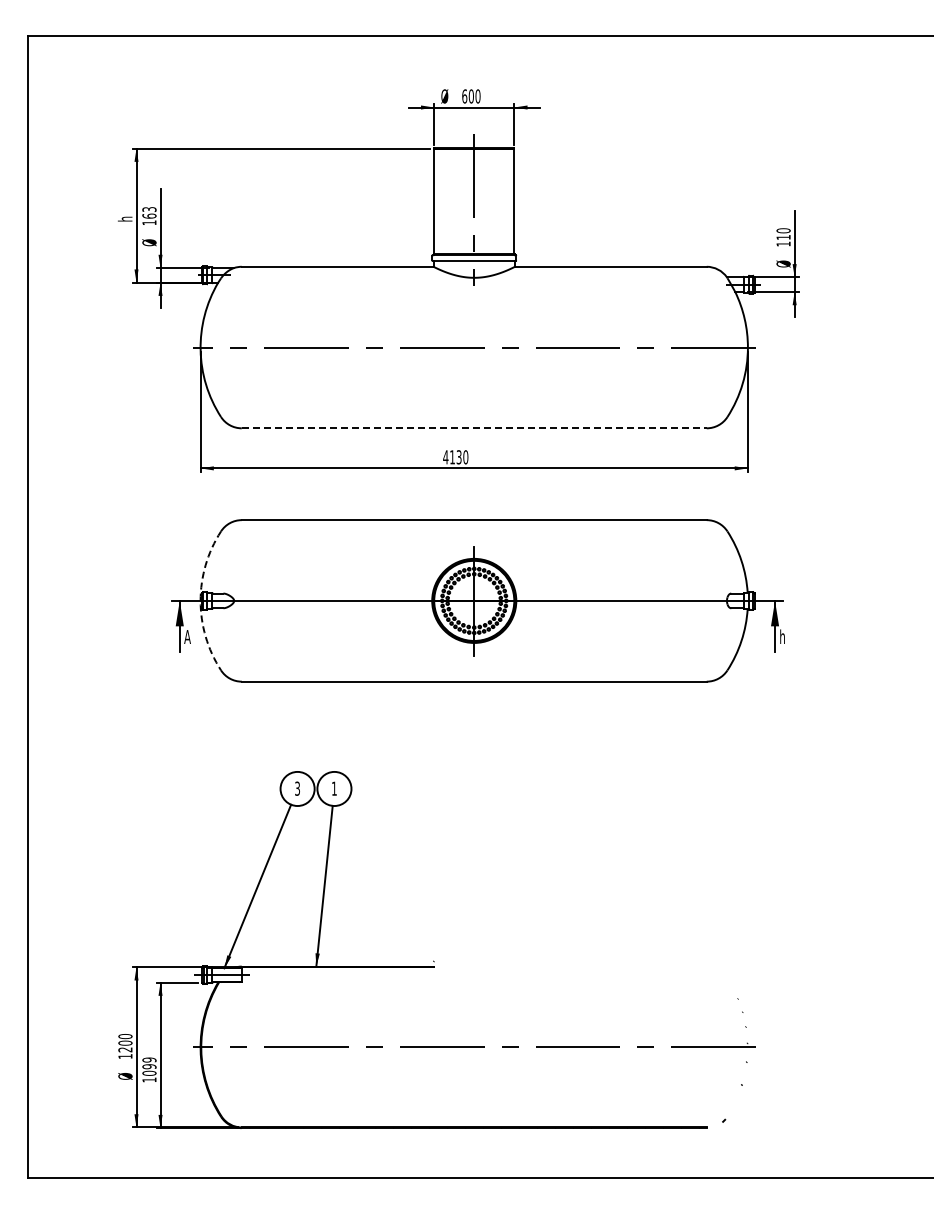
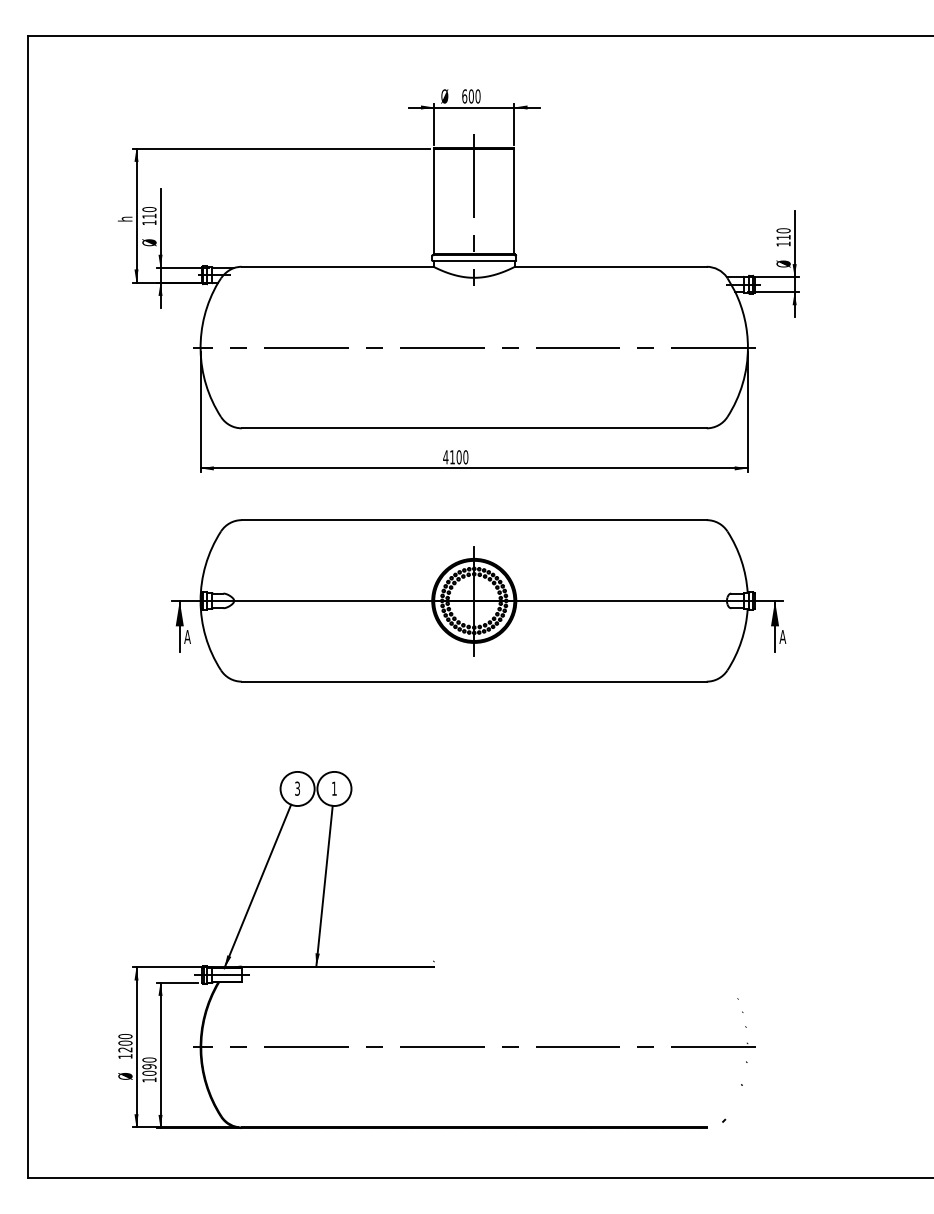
text at (149, 212): 163 -> 110
line at (474, 428): dashed -> solid
text at (458, 457): 4130 -> 4100
arc at (200, 600): dashed -> solid
text at (782, 636): h -> A
text at (149, 1059): 1099 -> 1090
